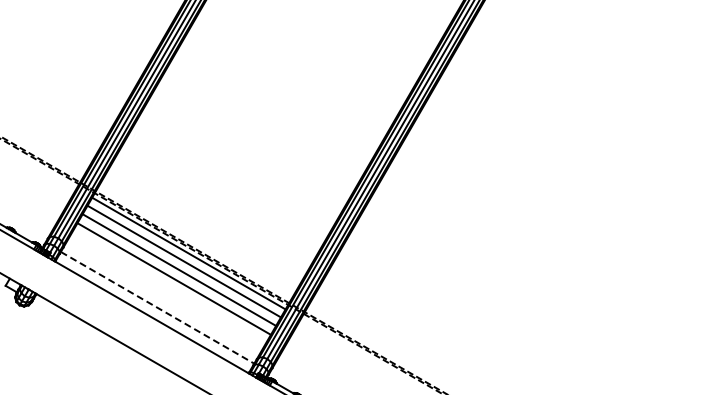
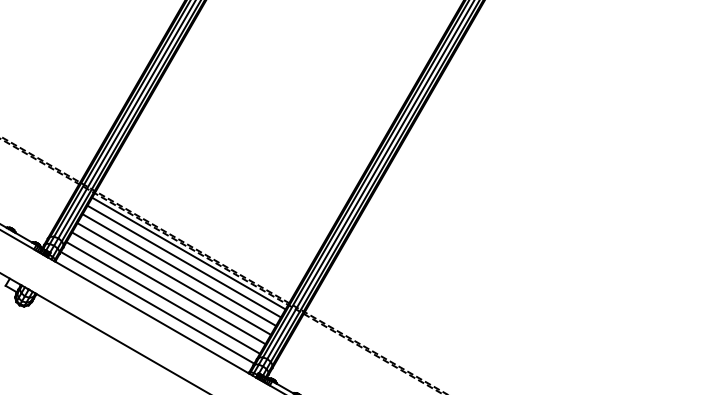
line at (168, 288): none -> present
line at (162, 297): none -> present
line at (157, 307): dashed -> solid
